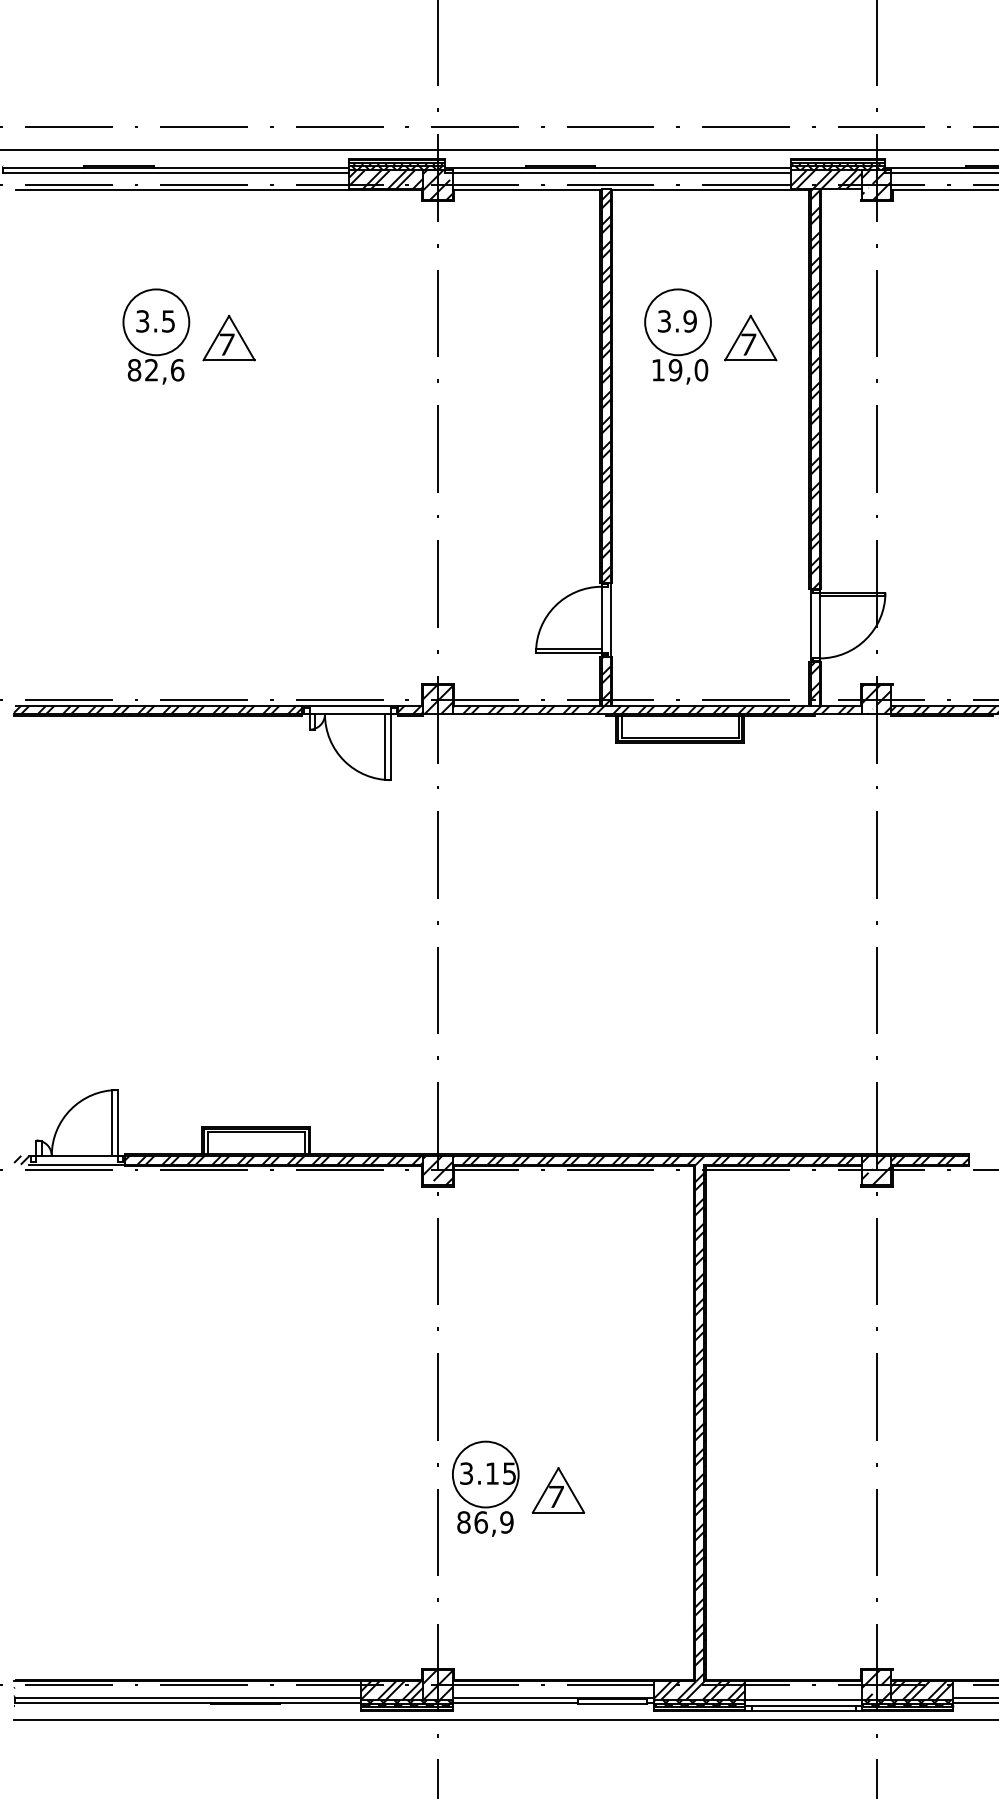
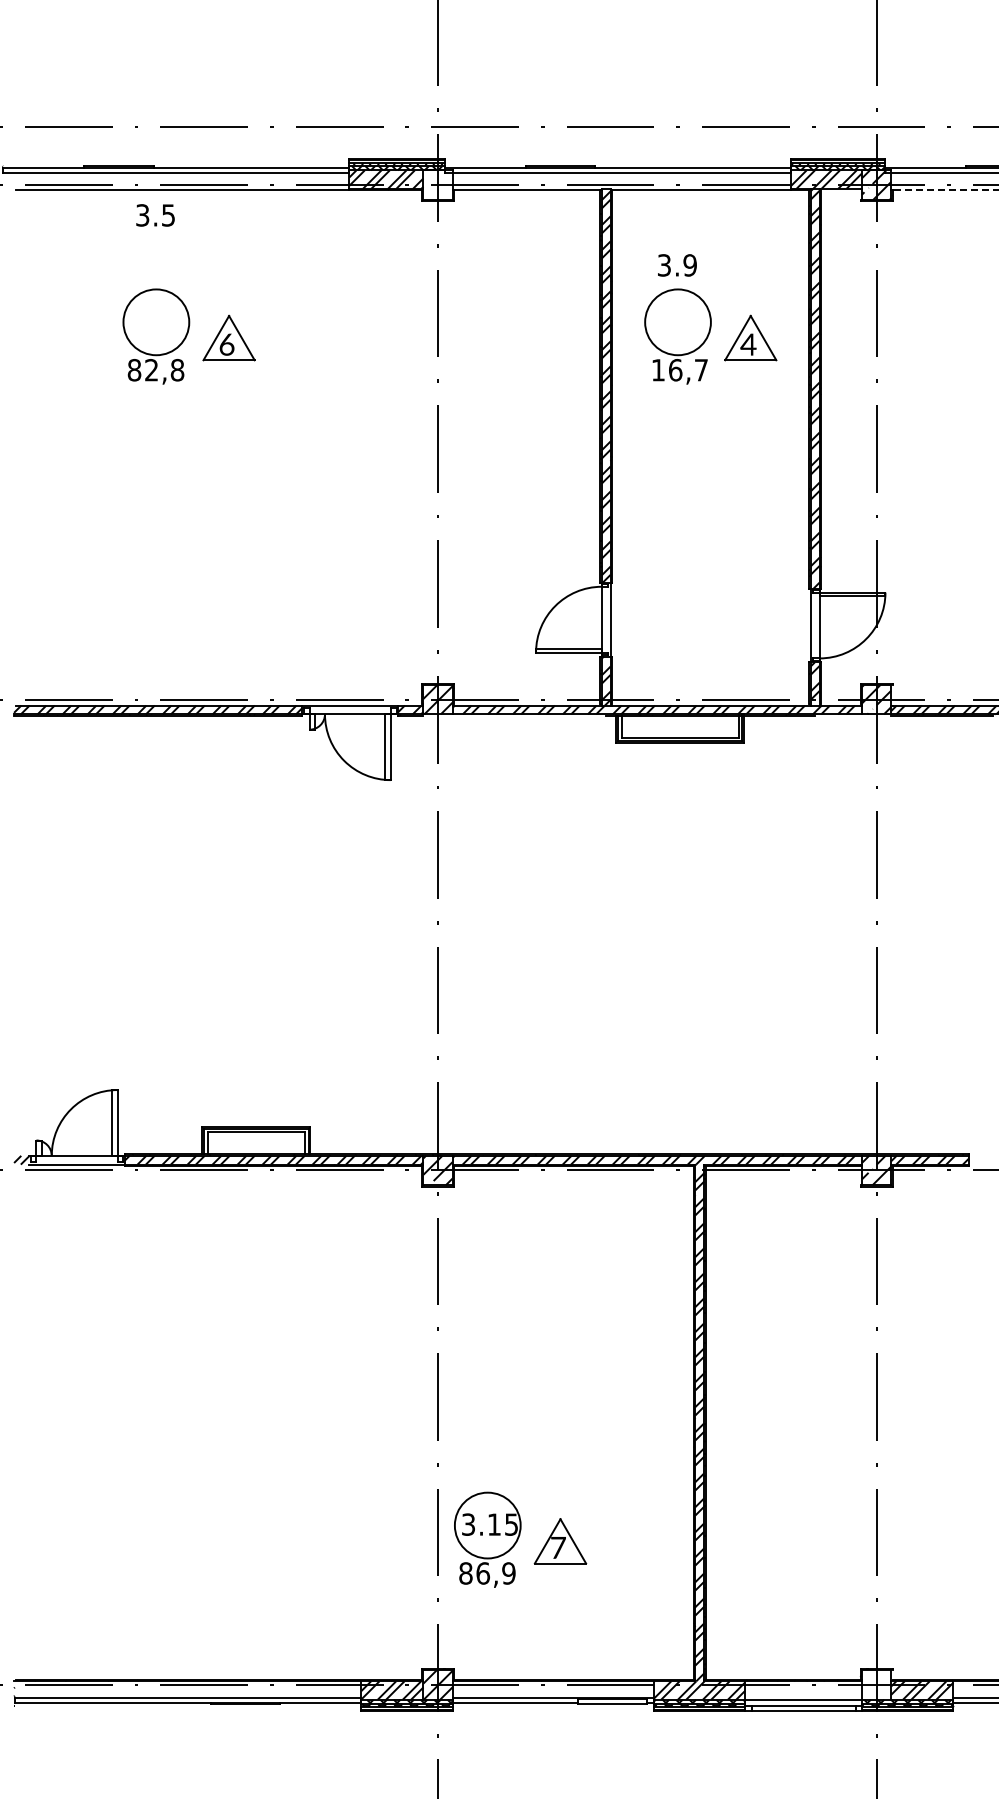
line at (498, 150): present -> none
hatch at (437, 184): present -> none
line at (945, 190): solid -> dashed
text at (155, 321) position: (155, 321) -> (155, 215)
text at (677, 321) position: (677, 321) -> (677, 265)
text at (226, 344): 7 -> 6
text at (748, 344): 7 -> 4
text at (177, 370): 82,6 -> 82,8
text at (688, 370): 19,0 -> 16,7
part at (518, 1488) position: (518, 1488) -> (520, 1539)
hatch at (876, 1684): present -> none
line at (504, 1720): present -> none
